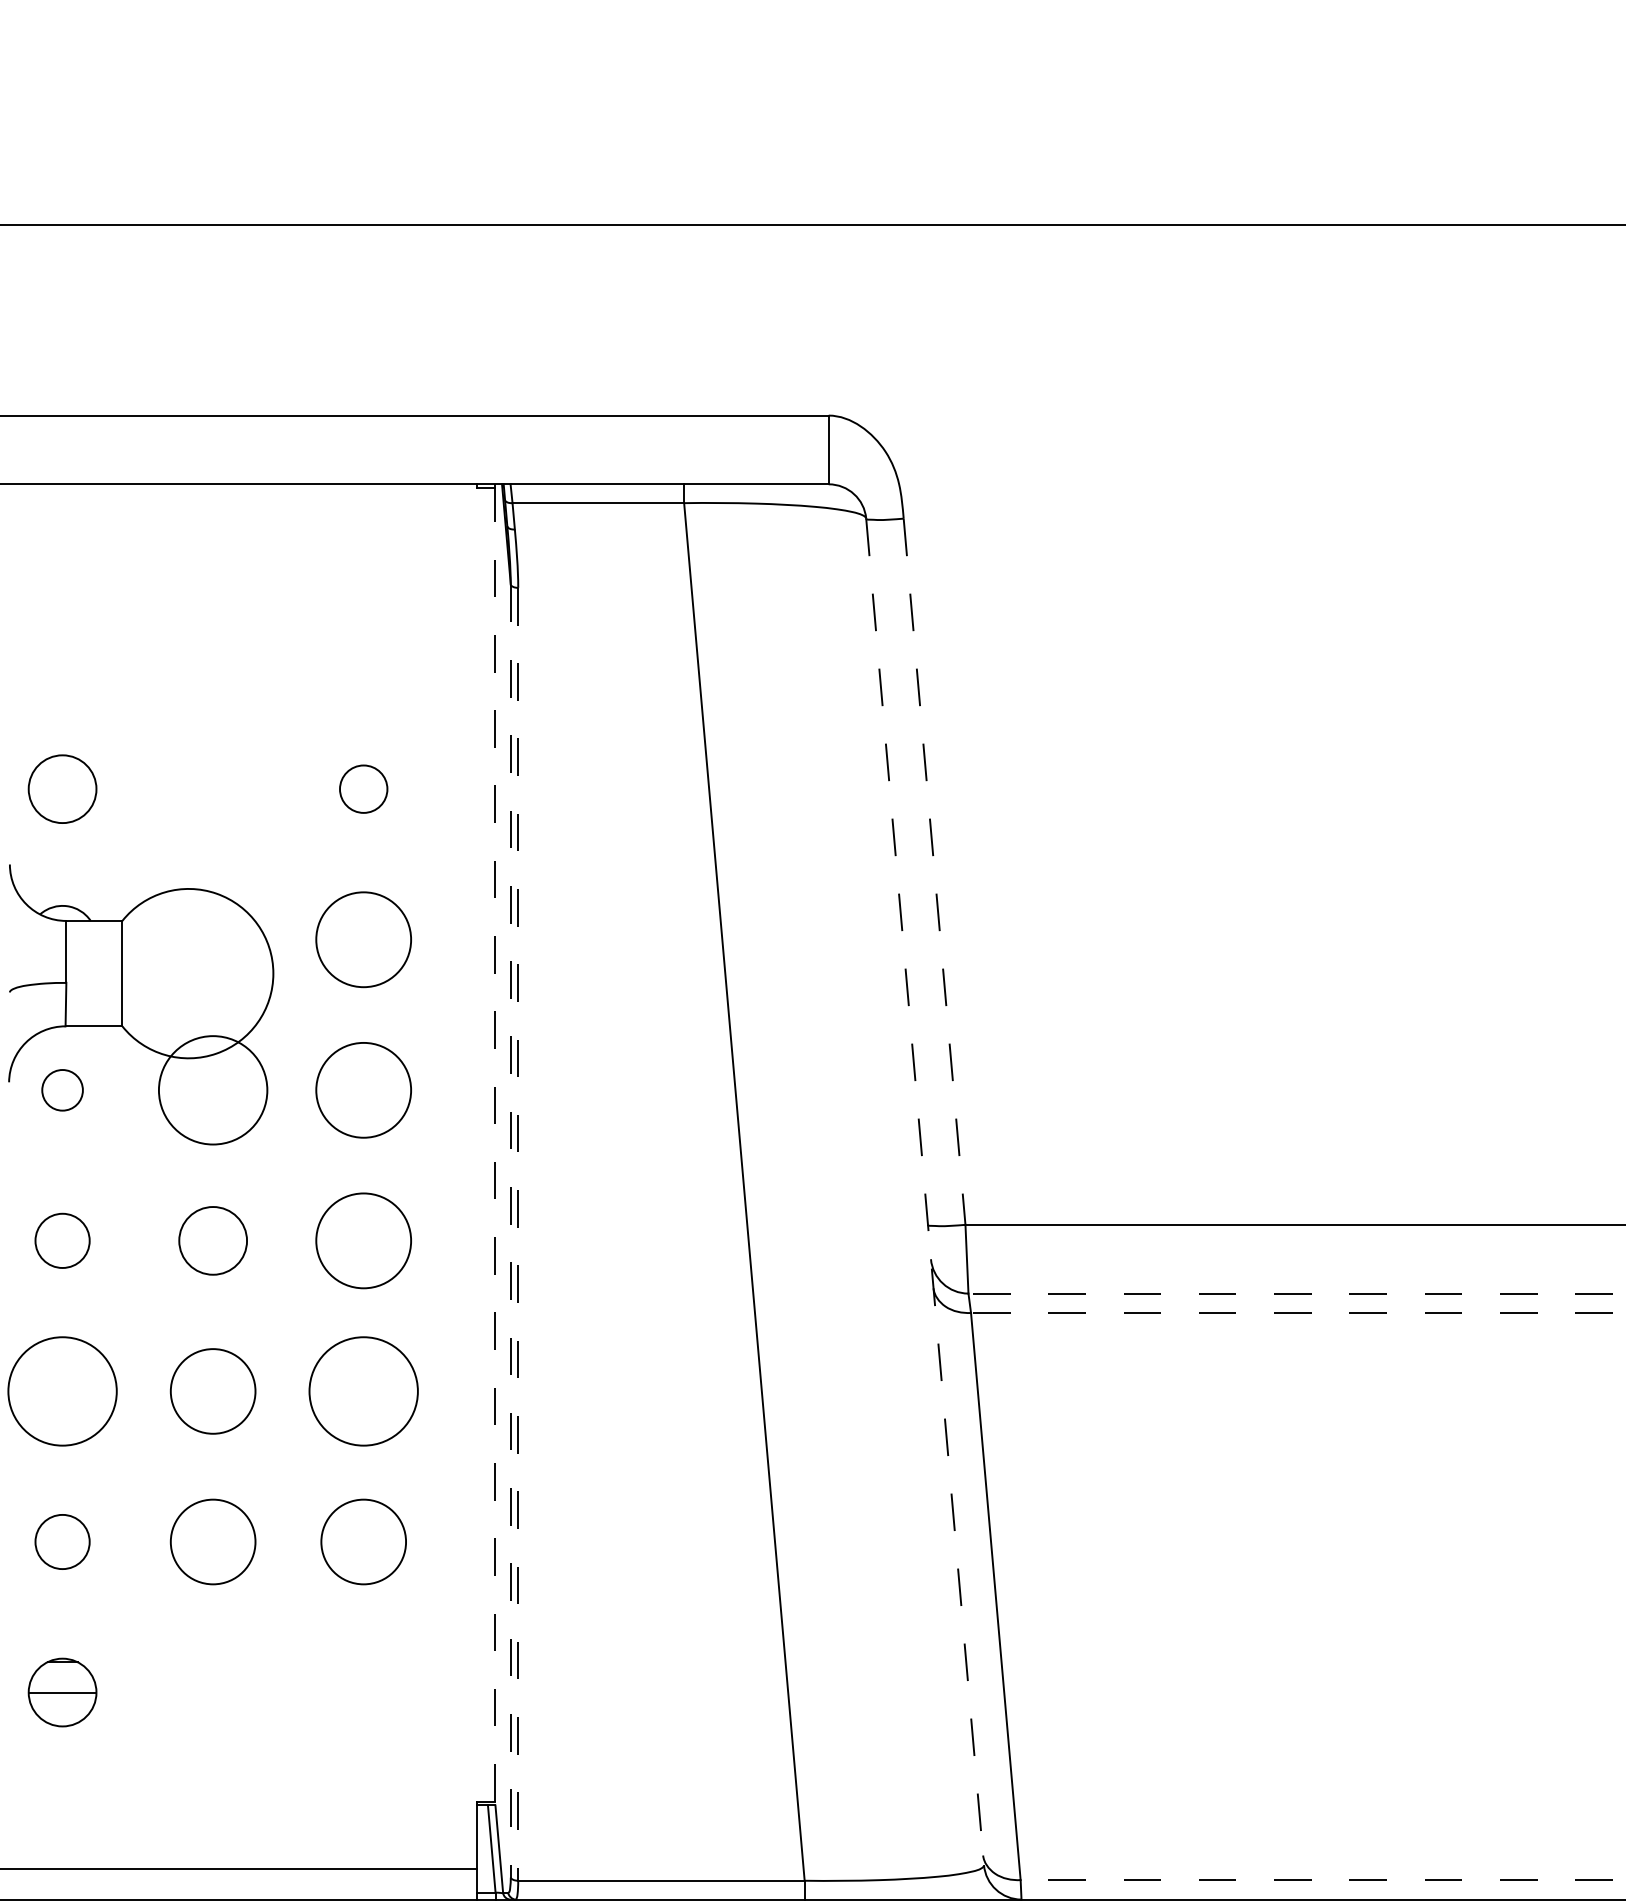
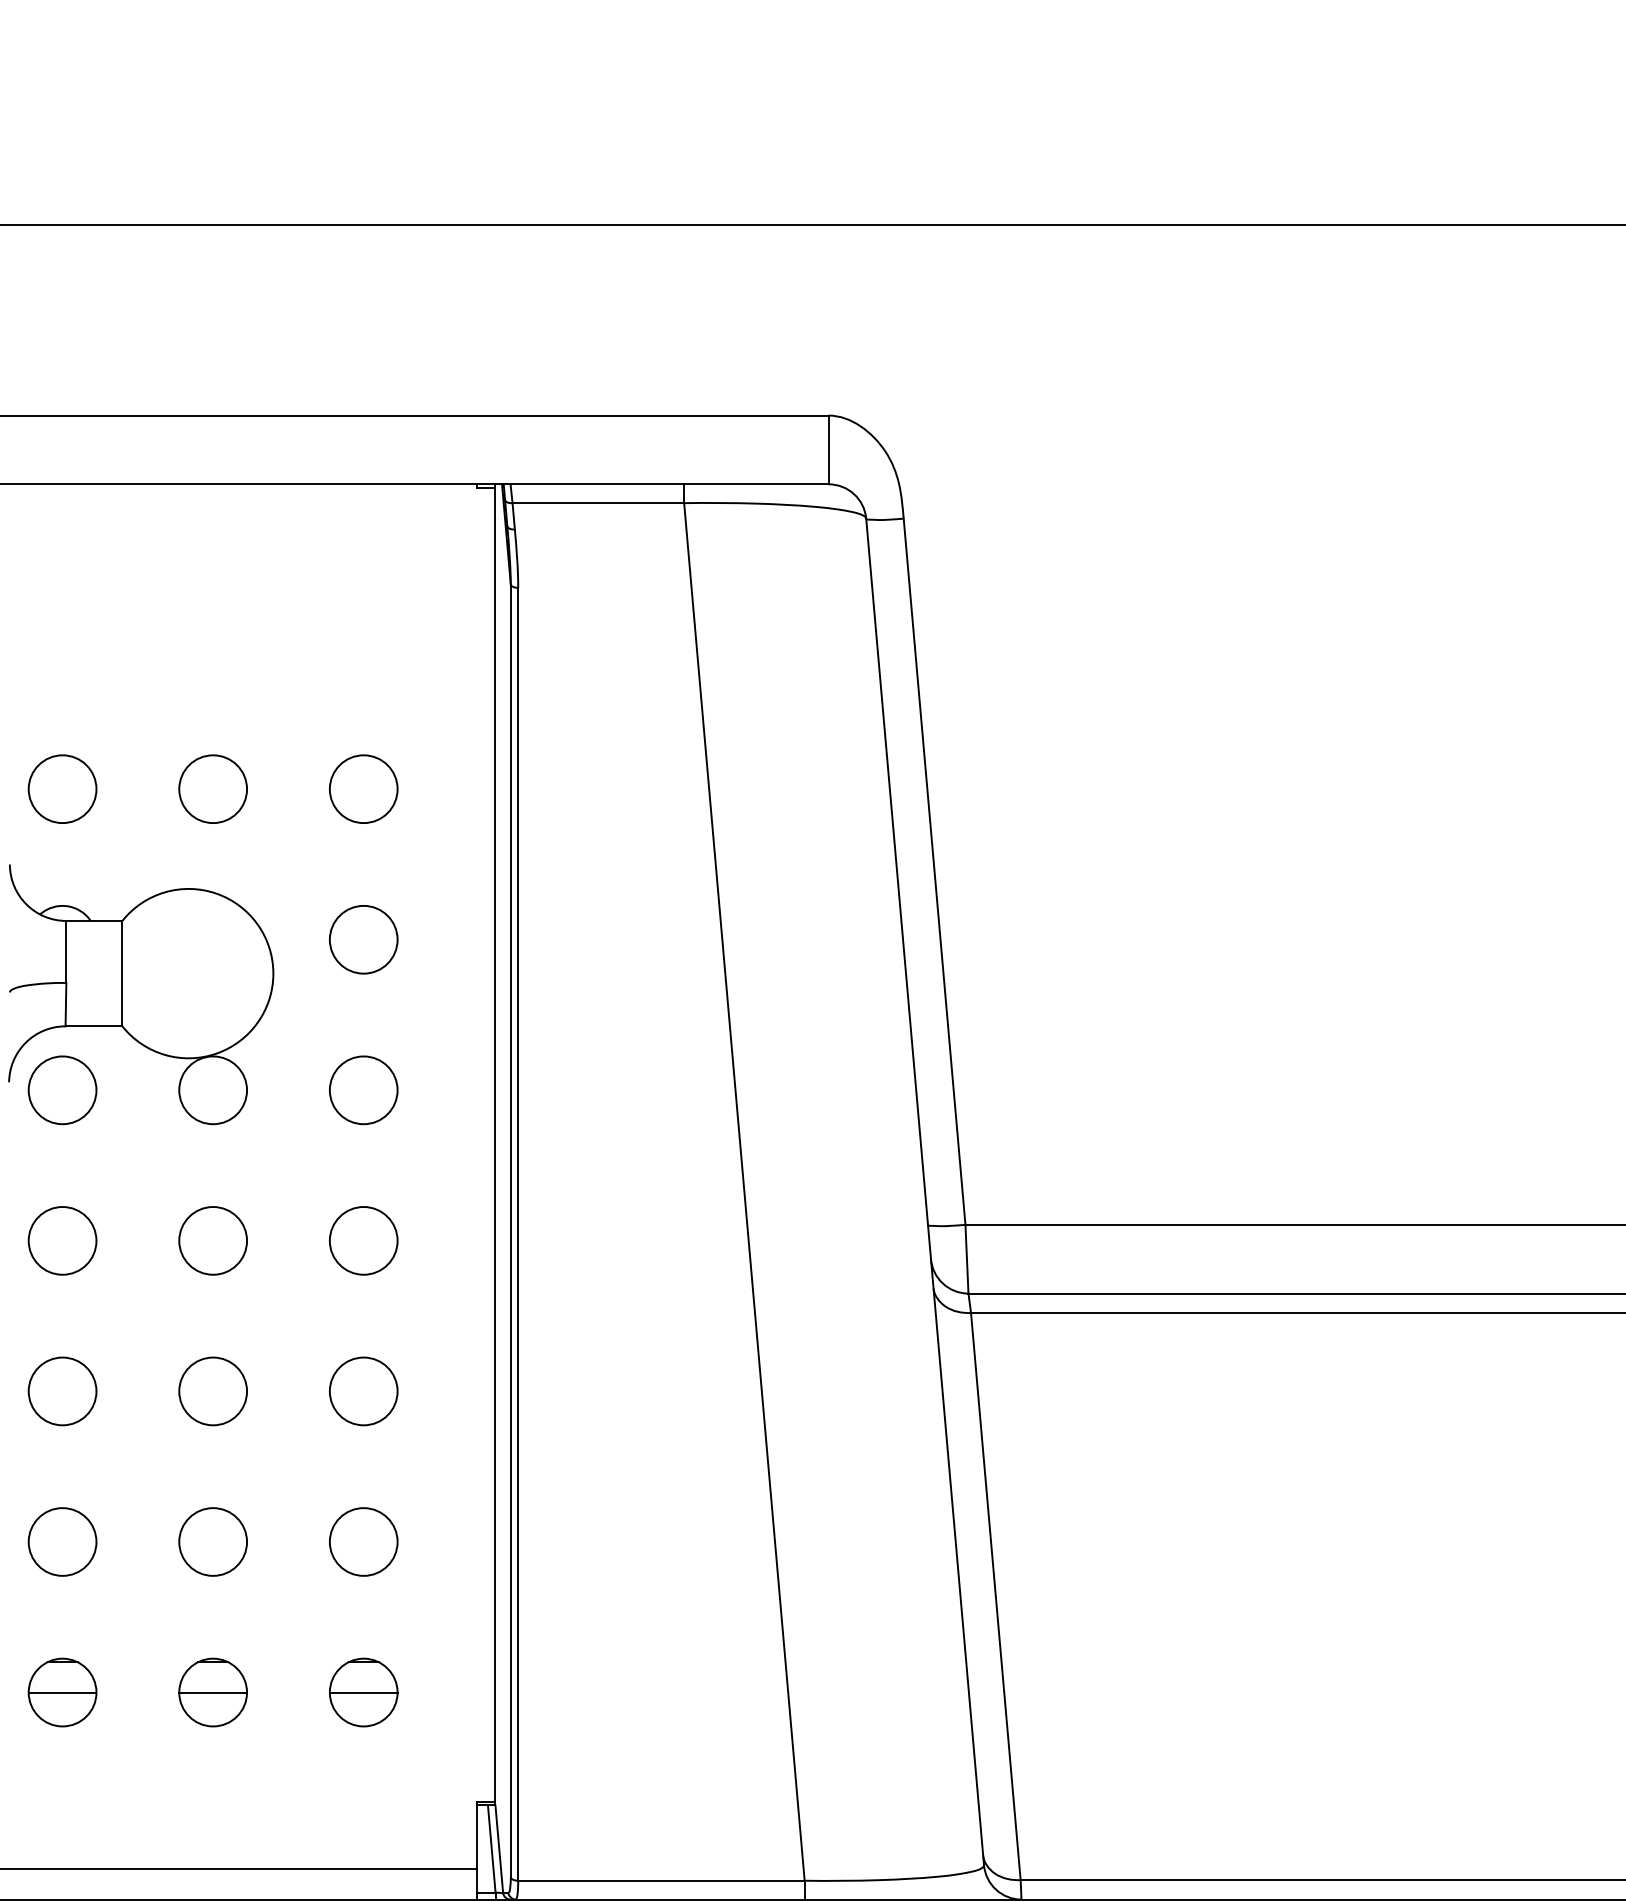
circle at (212, 788): none -> present
circle at (363, 788) diameter: 47 px -> 68 px
line at (934, 872): dashed -> solid
circle at (363, 939) diameter: 95 px -> 68 px
circle at (363, 1089) diameter: 95 px -> 68 px
circle at (62, 1090) diameter: 41 px -> 68 px
circle at (212, 1090) diameter: 108 px -> 68 px
line at (495, 1144): dashed -> solid
line at (925, 1191): dashed -> solid
line at (510, 1231): dashed -> solid
line at (518, 1234): dashed -> solid
circle at (62, 1240) diameter: 54 px -> 68 px
circle at (363, 1240) diameter: 95 px -> 68 px
line at (1296, 1293): dashed -> solid
line at (1297, 1313): dashed -> solid
circle at (62, 1391) diameter: 108 px -> 68 px
circle at (212, 1391) diameter: 85 px -> 68 px
circle at (363, 1391) diameter: 108 px -> 68 px
circle at (62, 1541) diameter: 54 px -> 68 px
circle at (212, 1541) diameter: 85 px -> 68 px
circle at (363, 1541) diameter: 85 px -> 68 px
part at (212, 1692): none -> present
part at (363, 1692): none -> present
line at (1322, 1880): dashed -> solid
